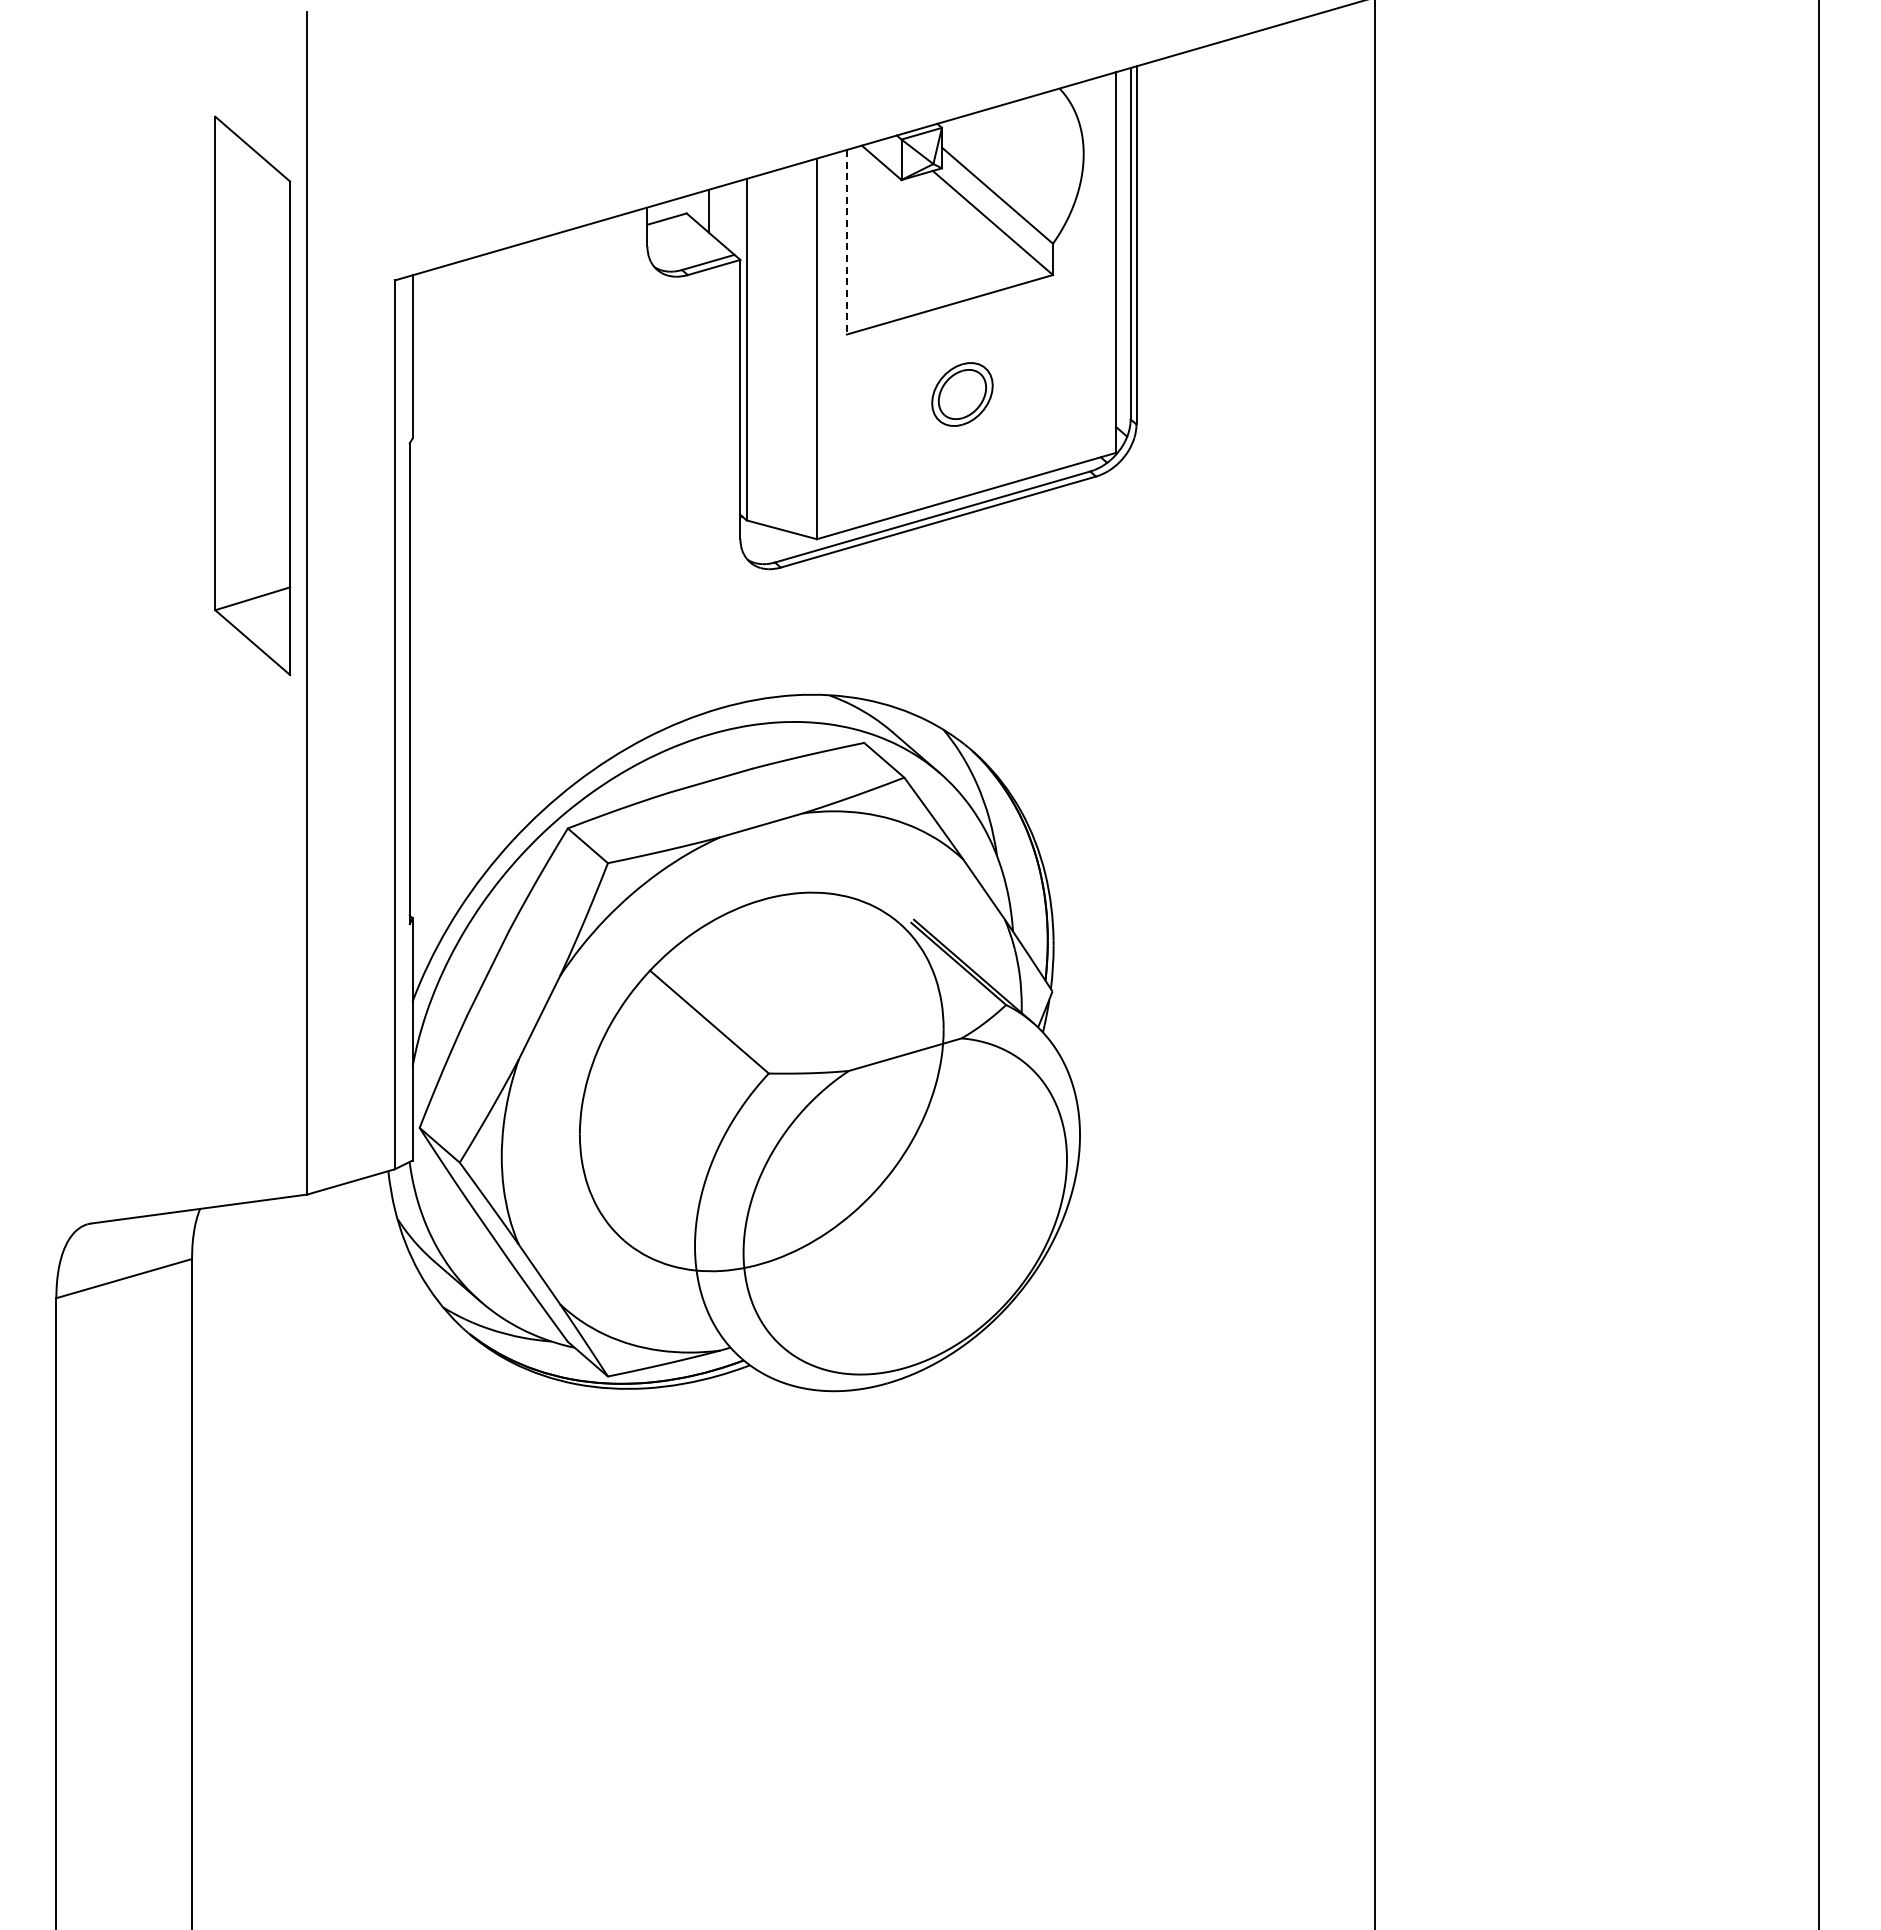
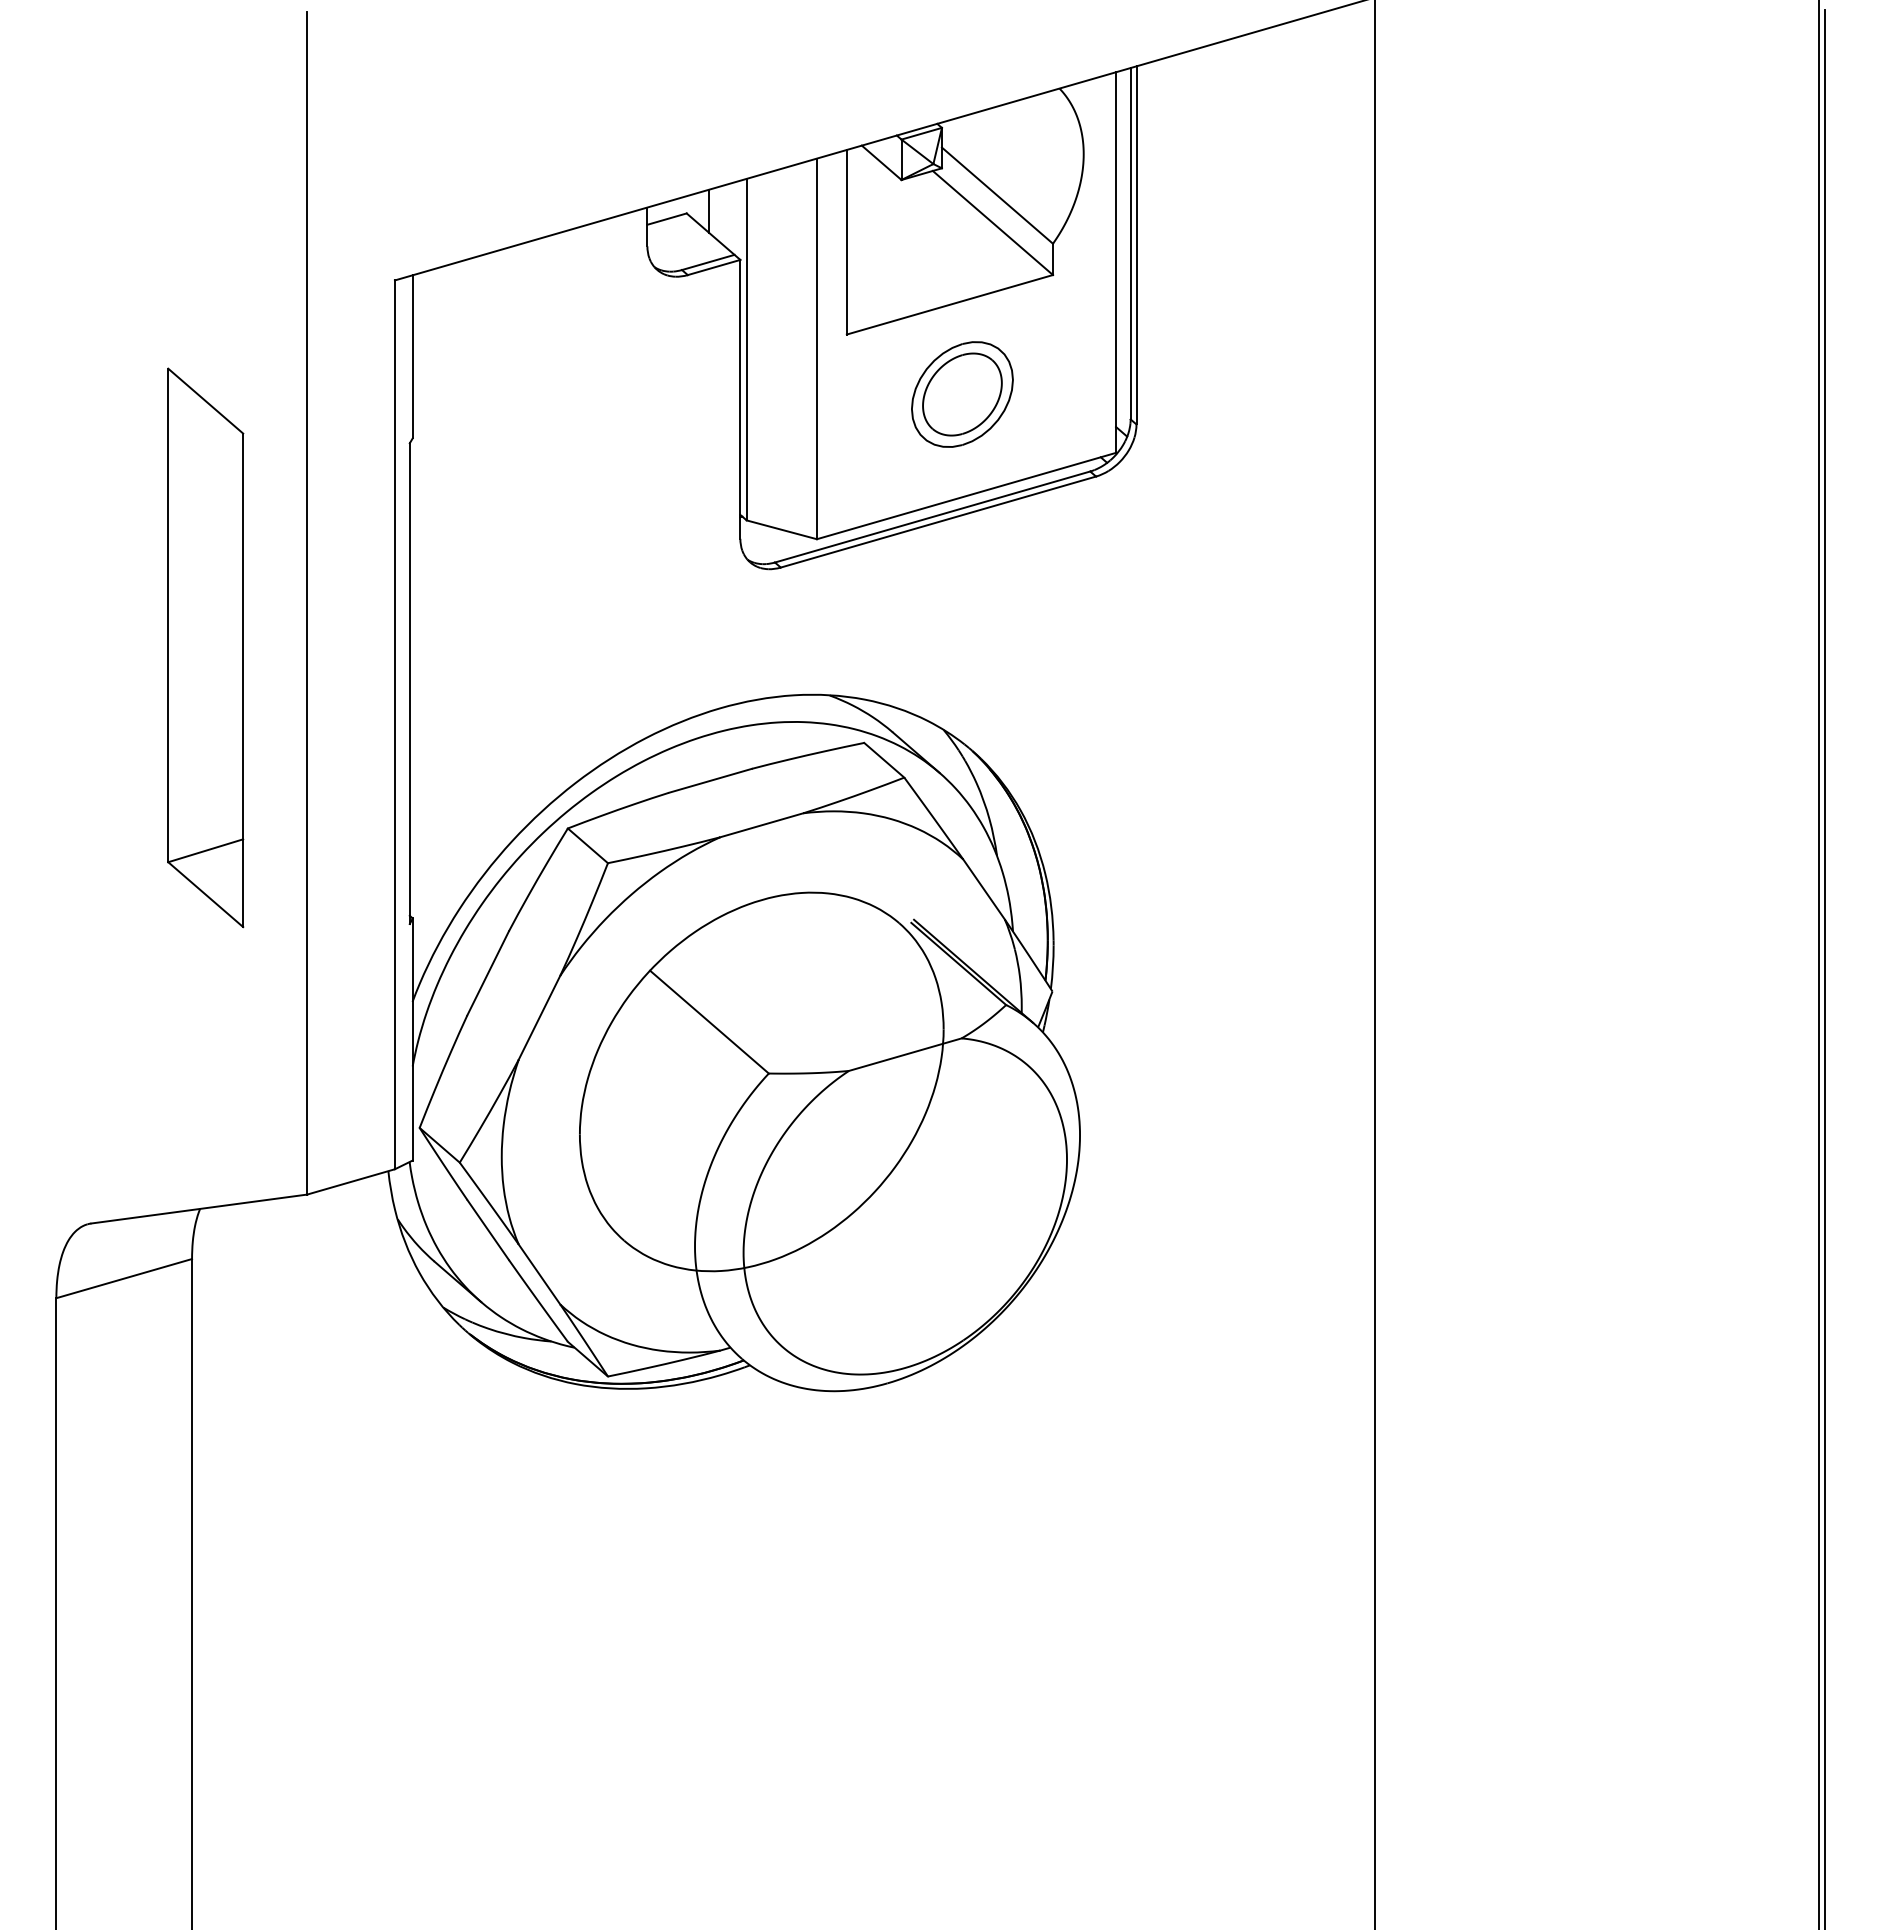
line at (846, 242): dashed -> solid
part at (962, 394) size: 63x65 px -> 103x107 px
part at (252, 395) position: (252, 395) -> (205, 647)
line at (1824, 968): none -> present
